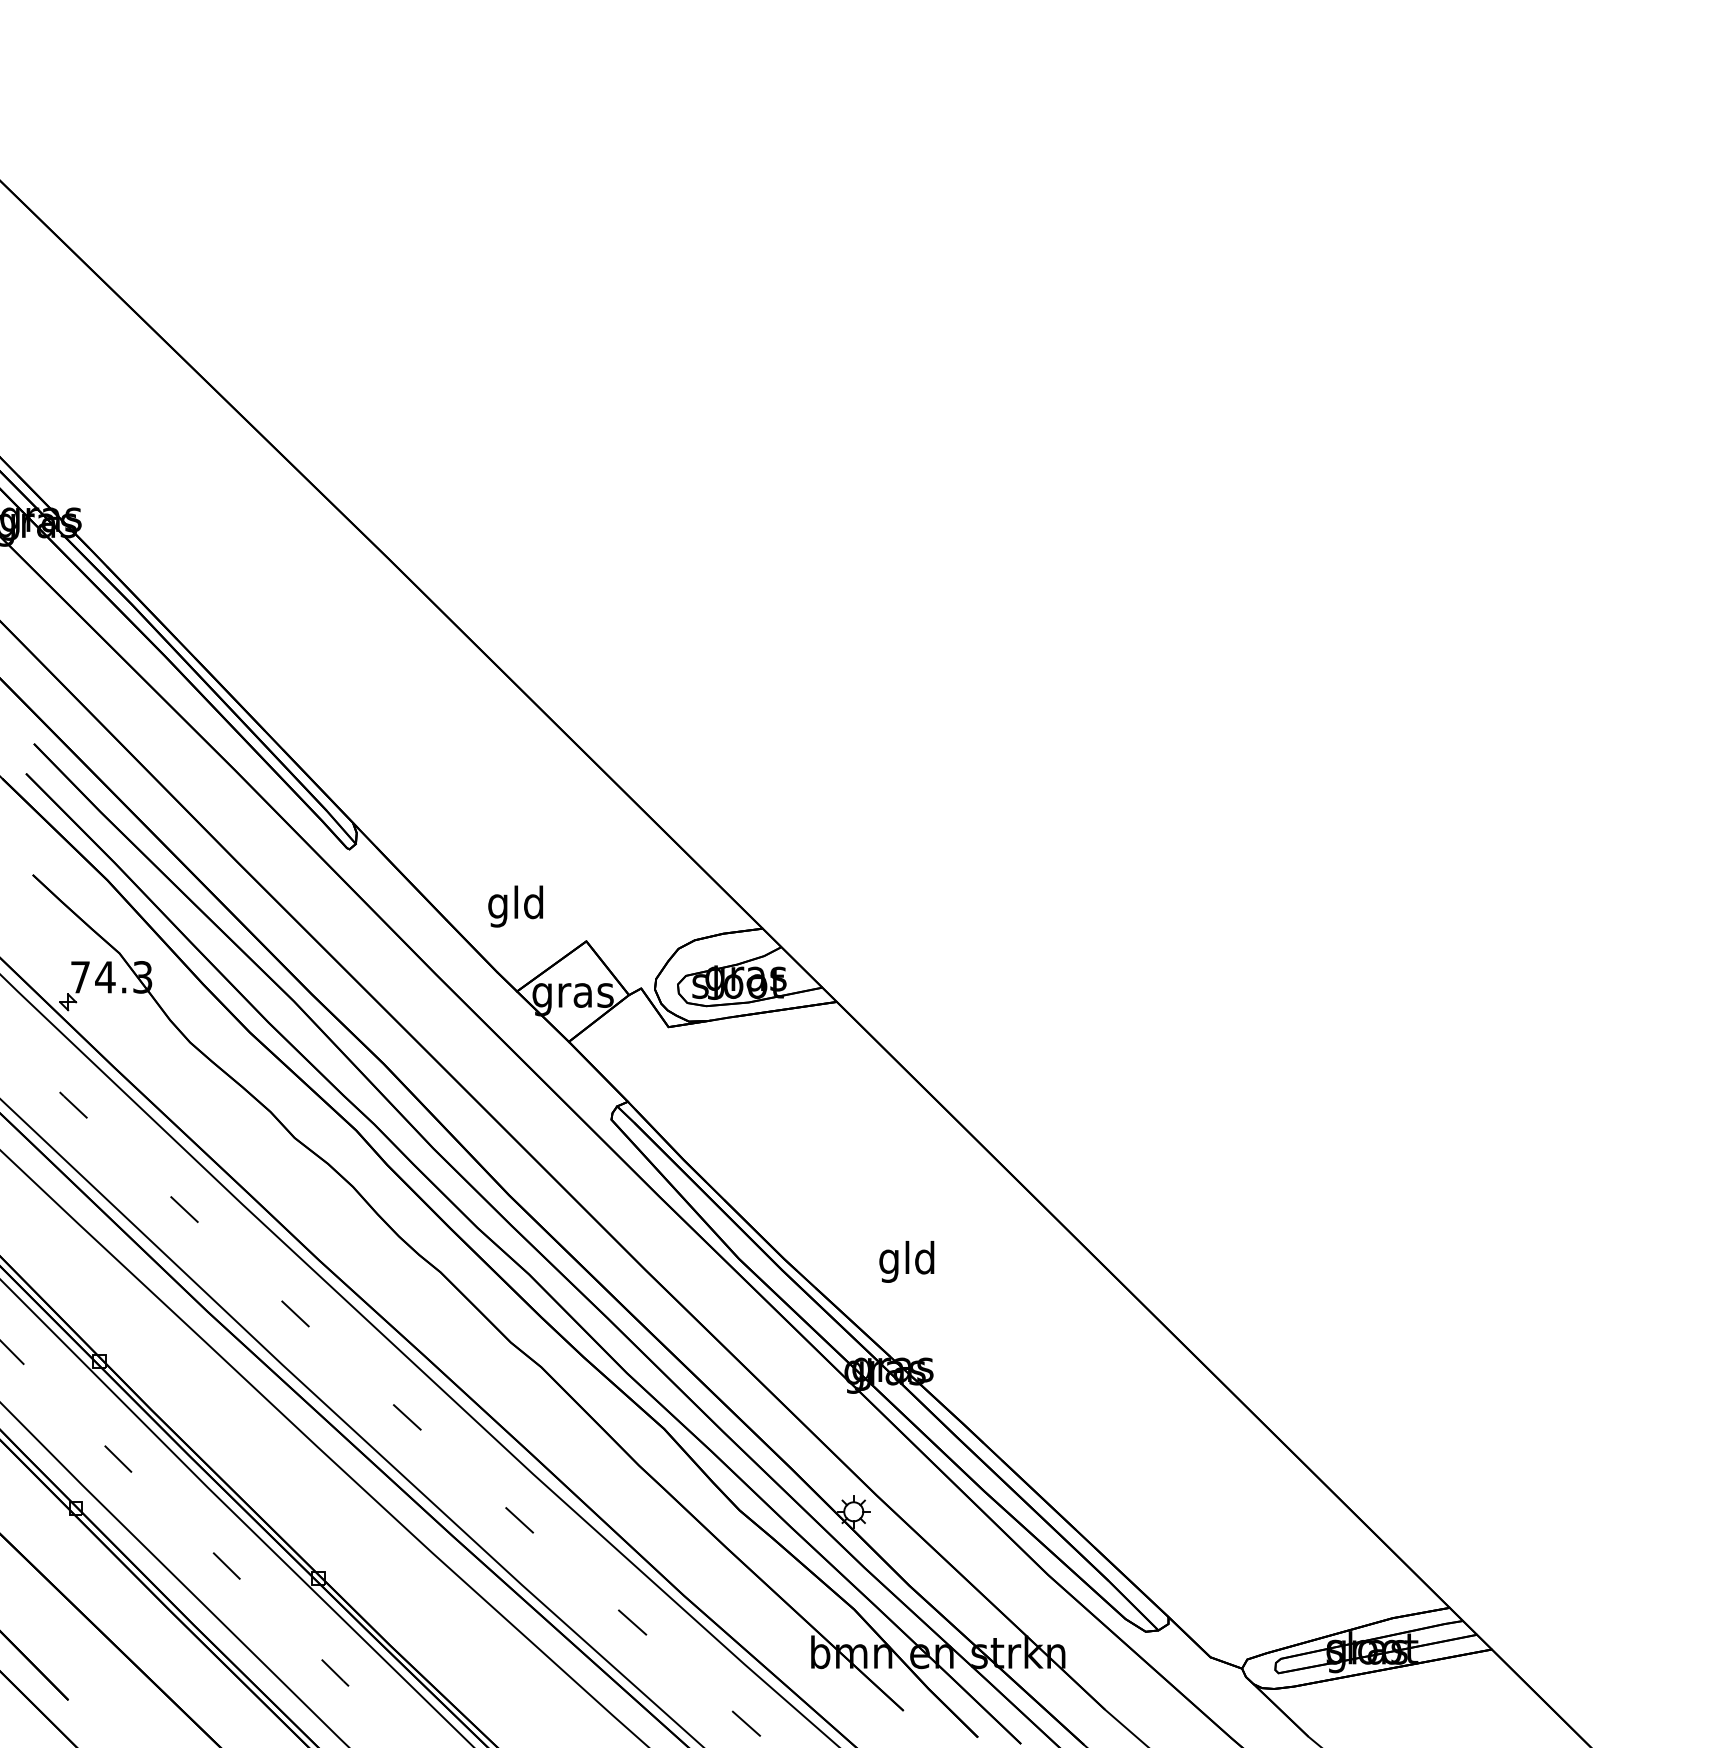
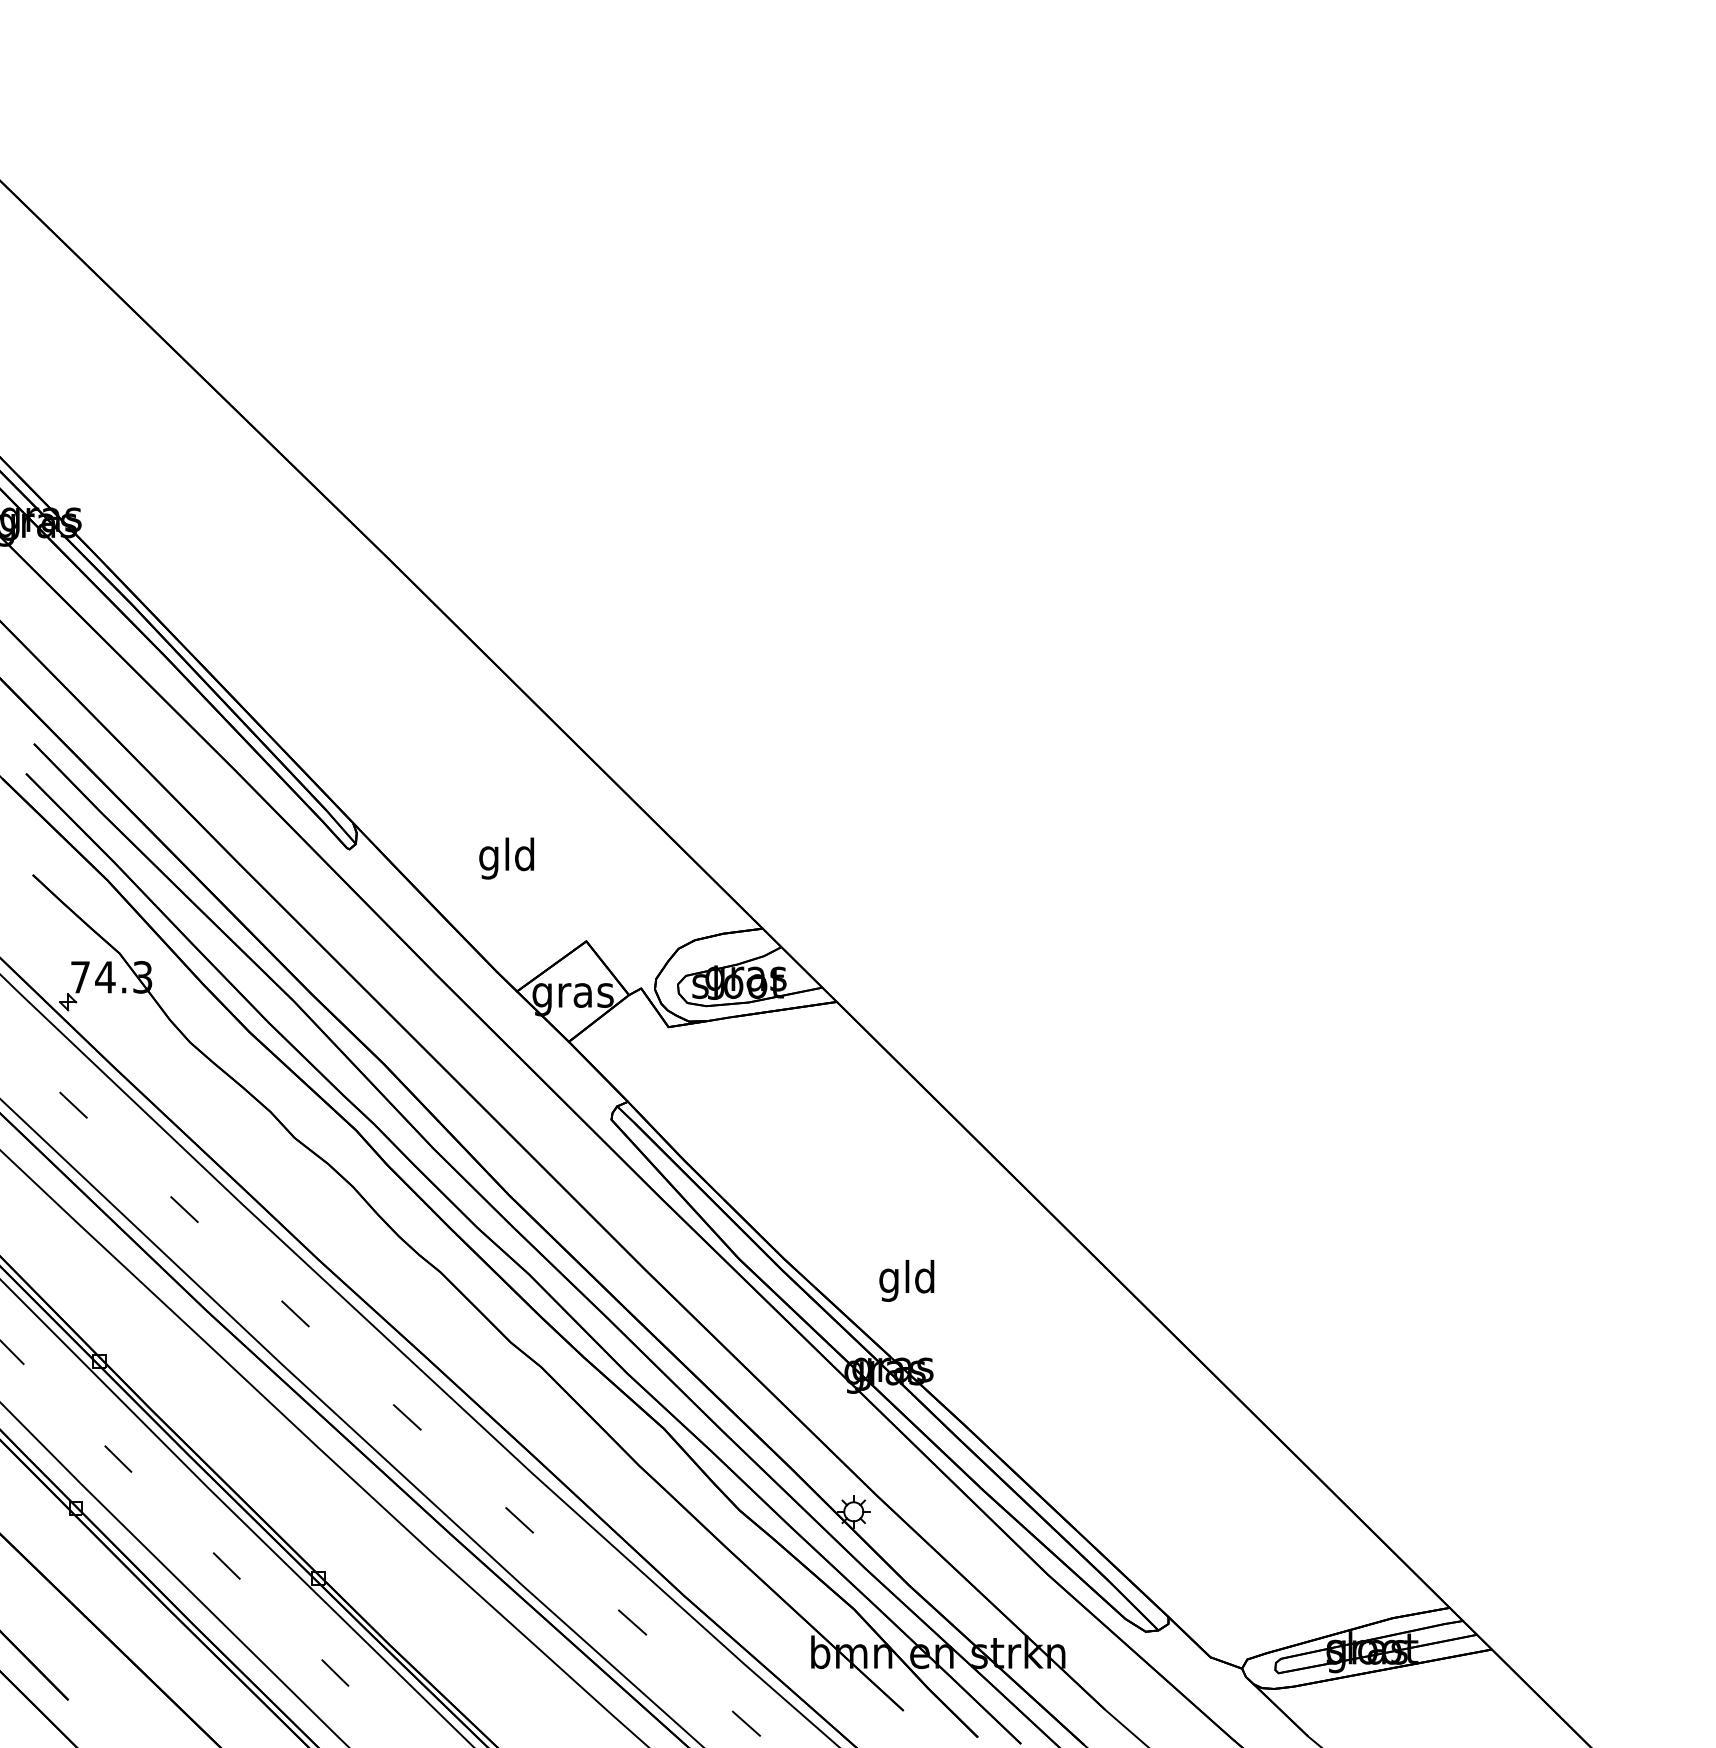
text at (515, 906) position: (515, 906) -> (506, 858)
text at (906, 1261) position: (906, 1261) -> (906, 1280)
